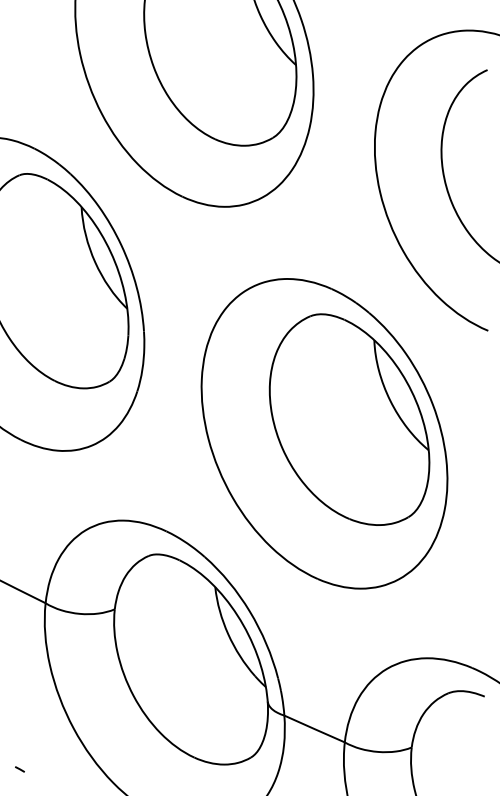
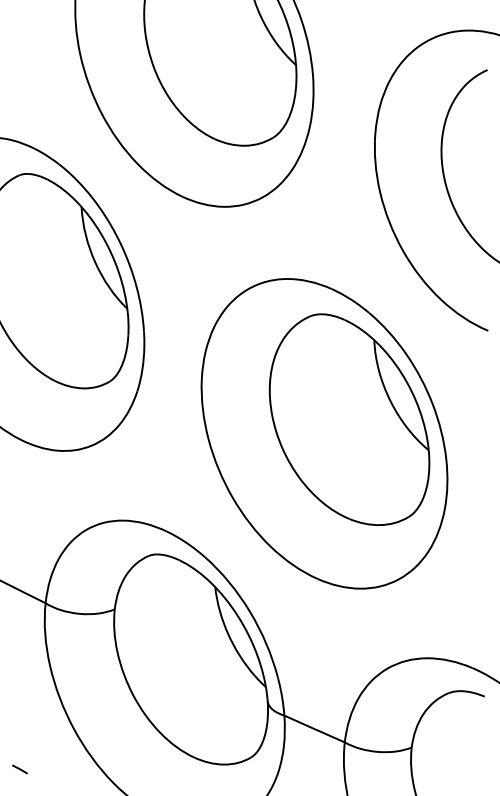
part at (19, 769) size: 10x7 px -> 16x11 px
